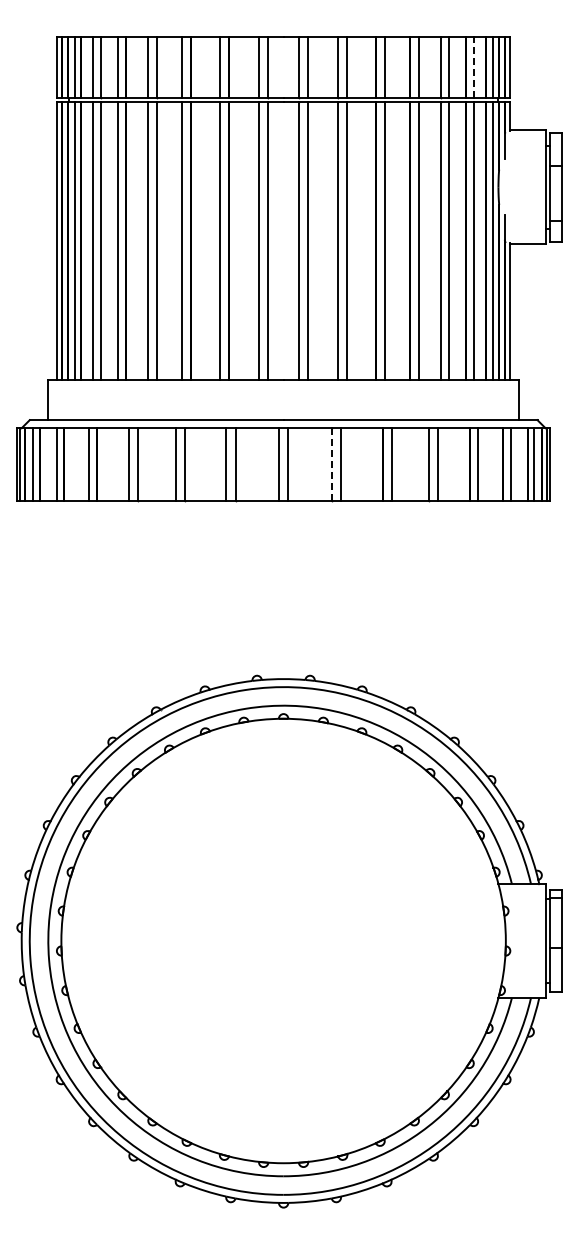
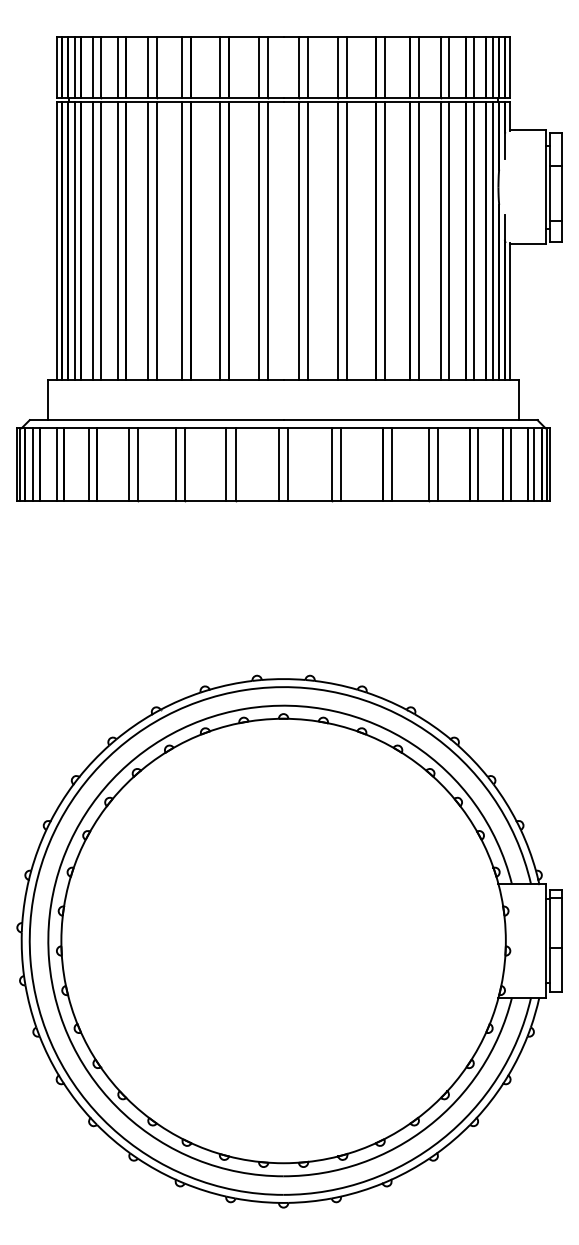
line at (473, 67): dashed -> solid
line at (331, 464): dashed -> solid
